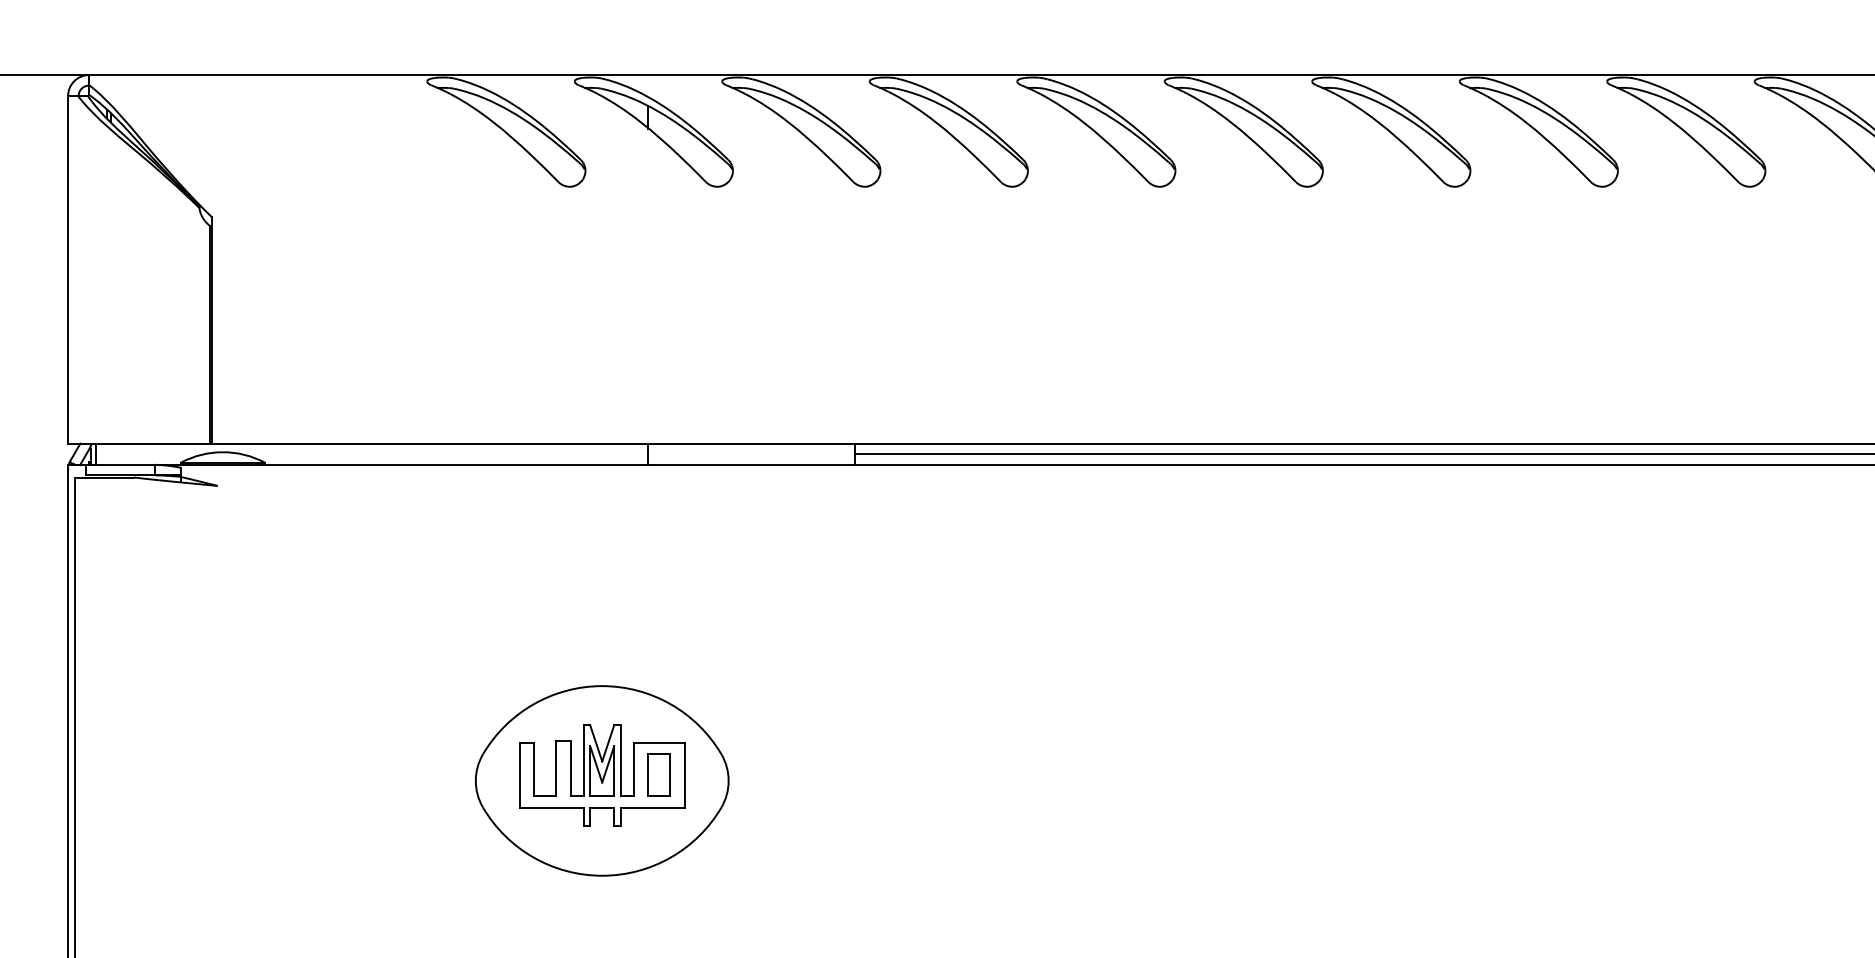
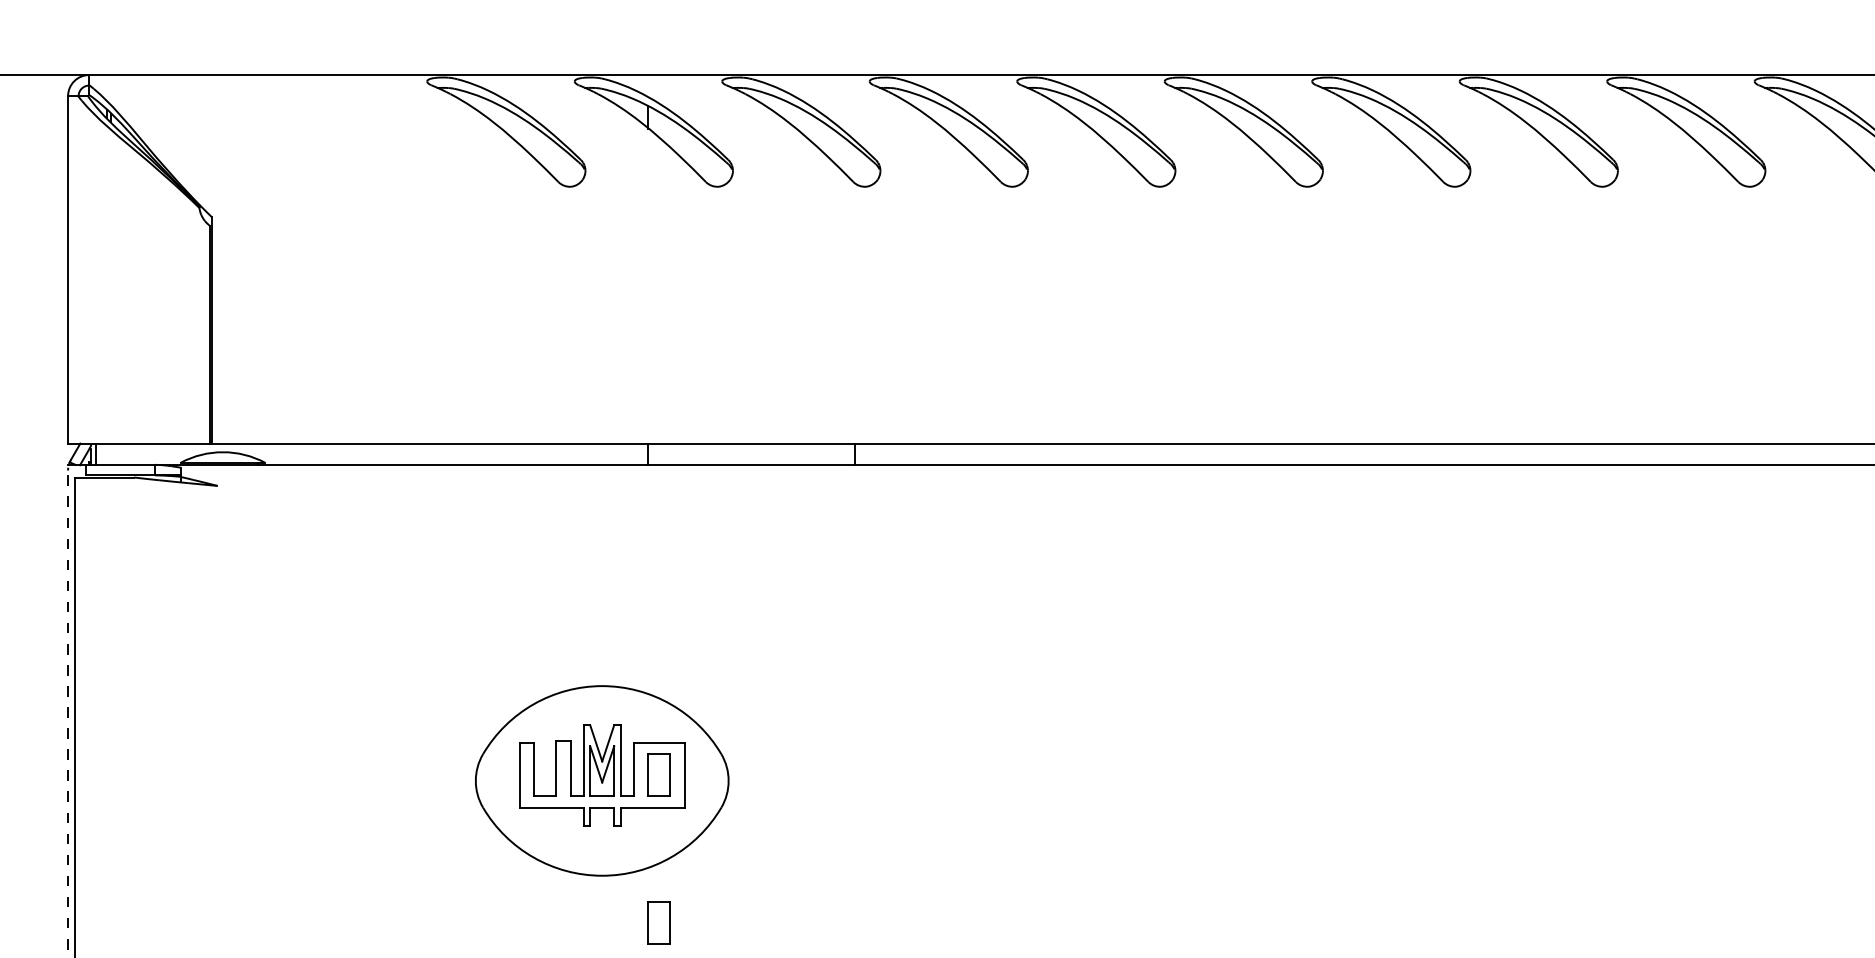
line at (1363, 454): present -> none
line at (68, 710): solid -> dashed
part at (658, 922): none -> present
